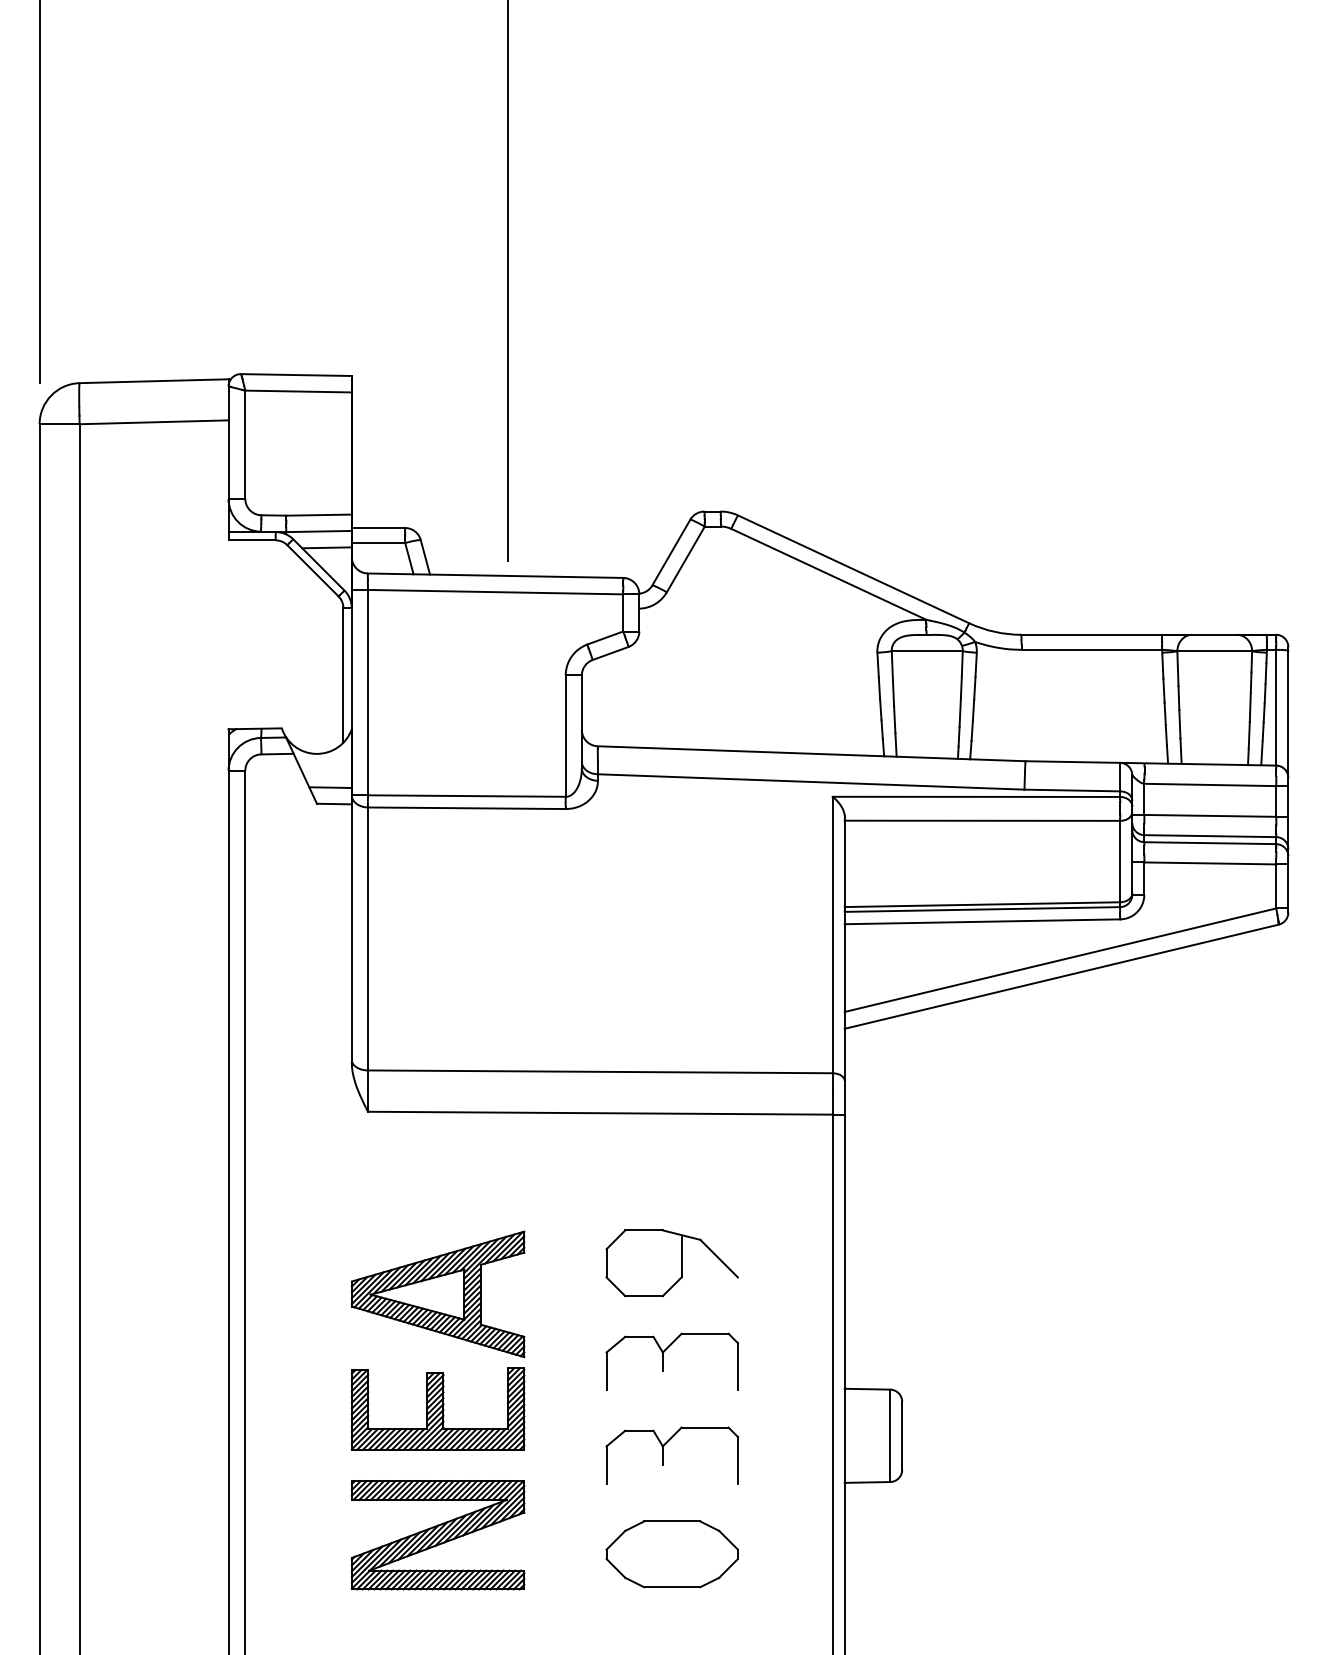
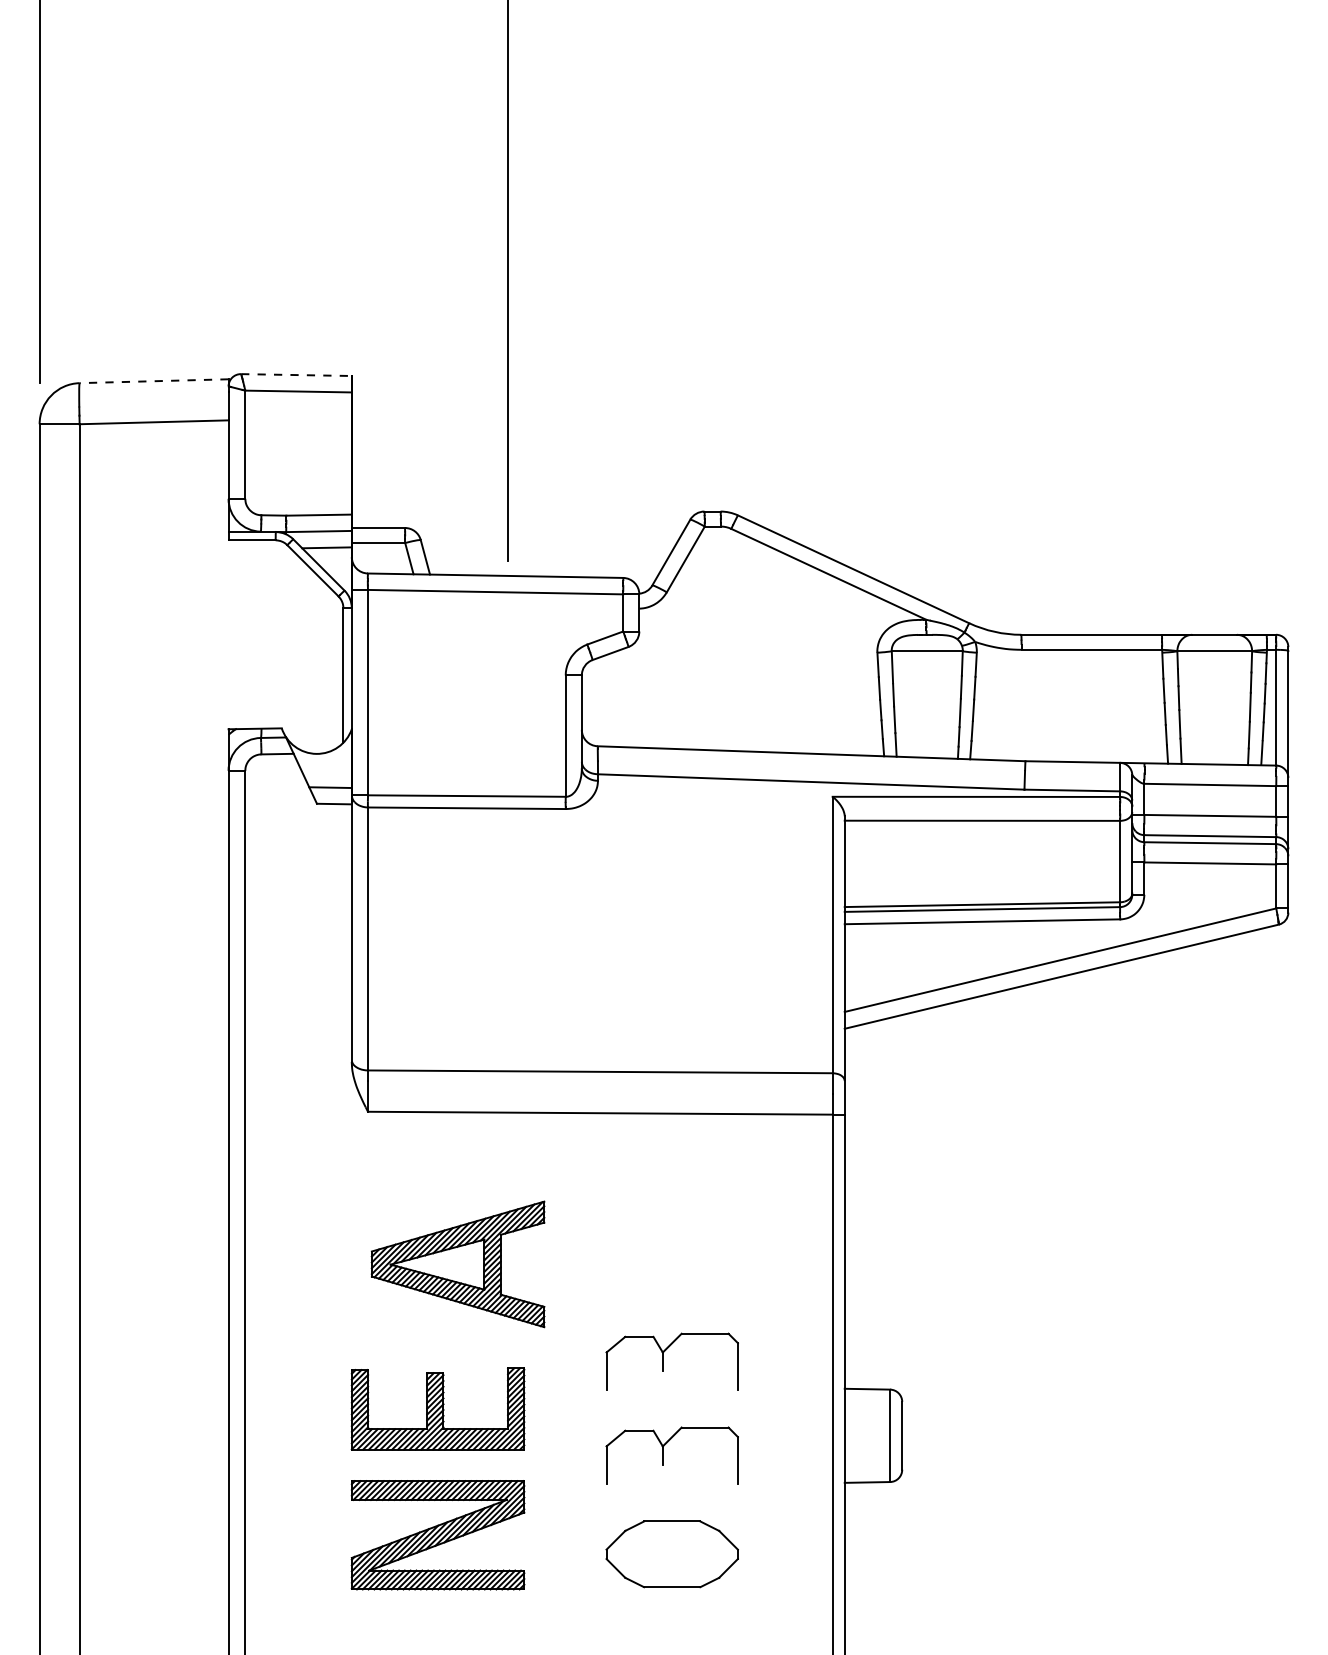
line at (296, 375): solid -> dashed
line at (153, 381): solid -> dashed
part at (671, 1263): present -> none
part at (437, 1294) position: (437, 1294) -> (457, 1264)
